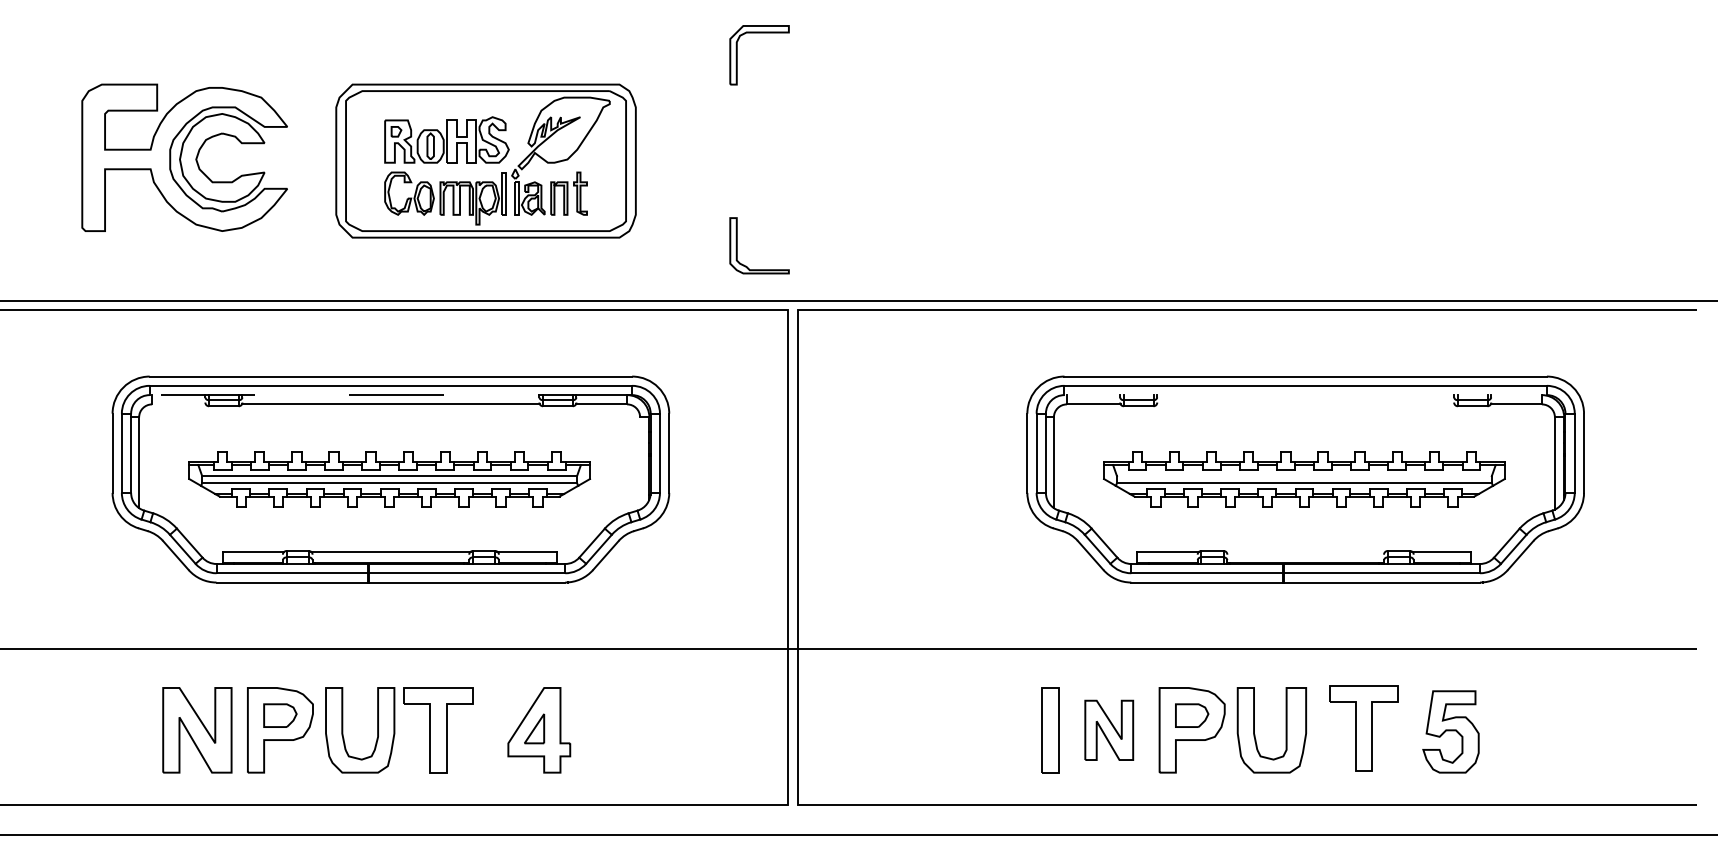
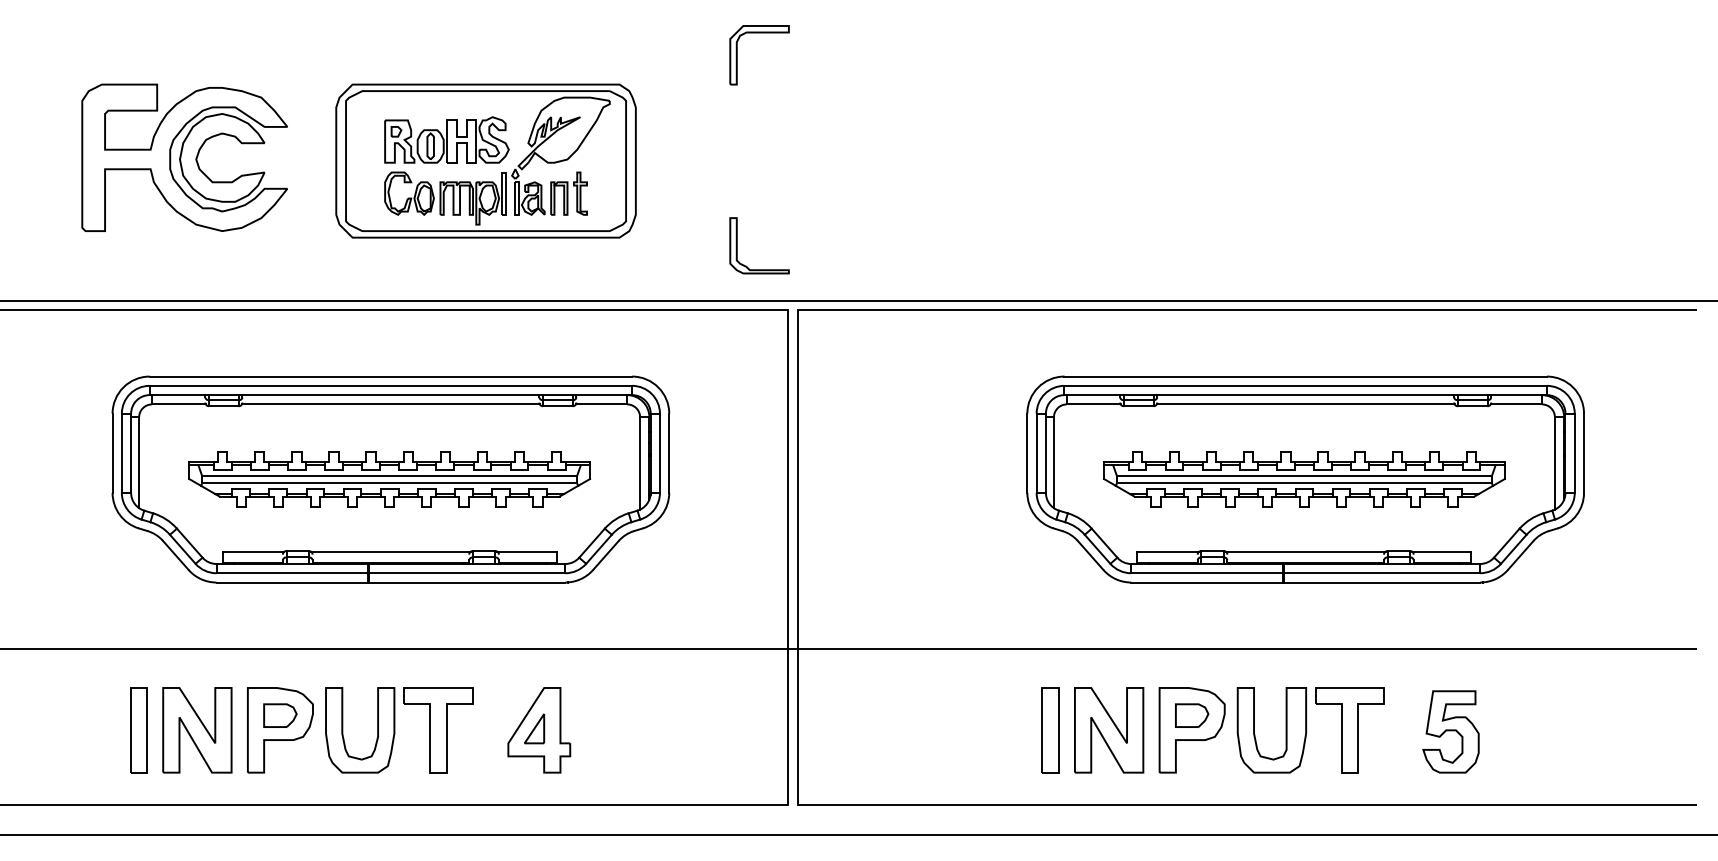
line at (390, 395): dashed -> solid
line at (1305, 395): none -> present
line at (178, 404): none -> present
line at (1305, 404): none -> present
line at (640, 463): none -> present
line at (1304, 476): none -> present
line at (1305, 551): none -> present
part at (1363, 728) position: (1363, 728) -> (1349, 730)
part at (1109, 729) size: 51x62 px -> 71x87 px
part at (138, 730): none -> present
